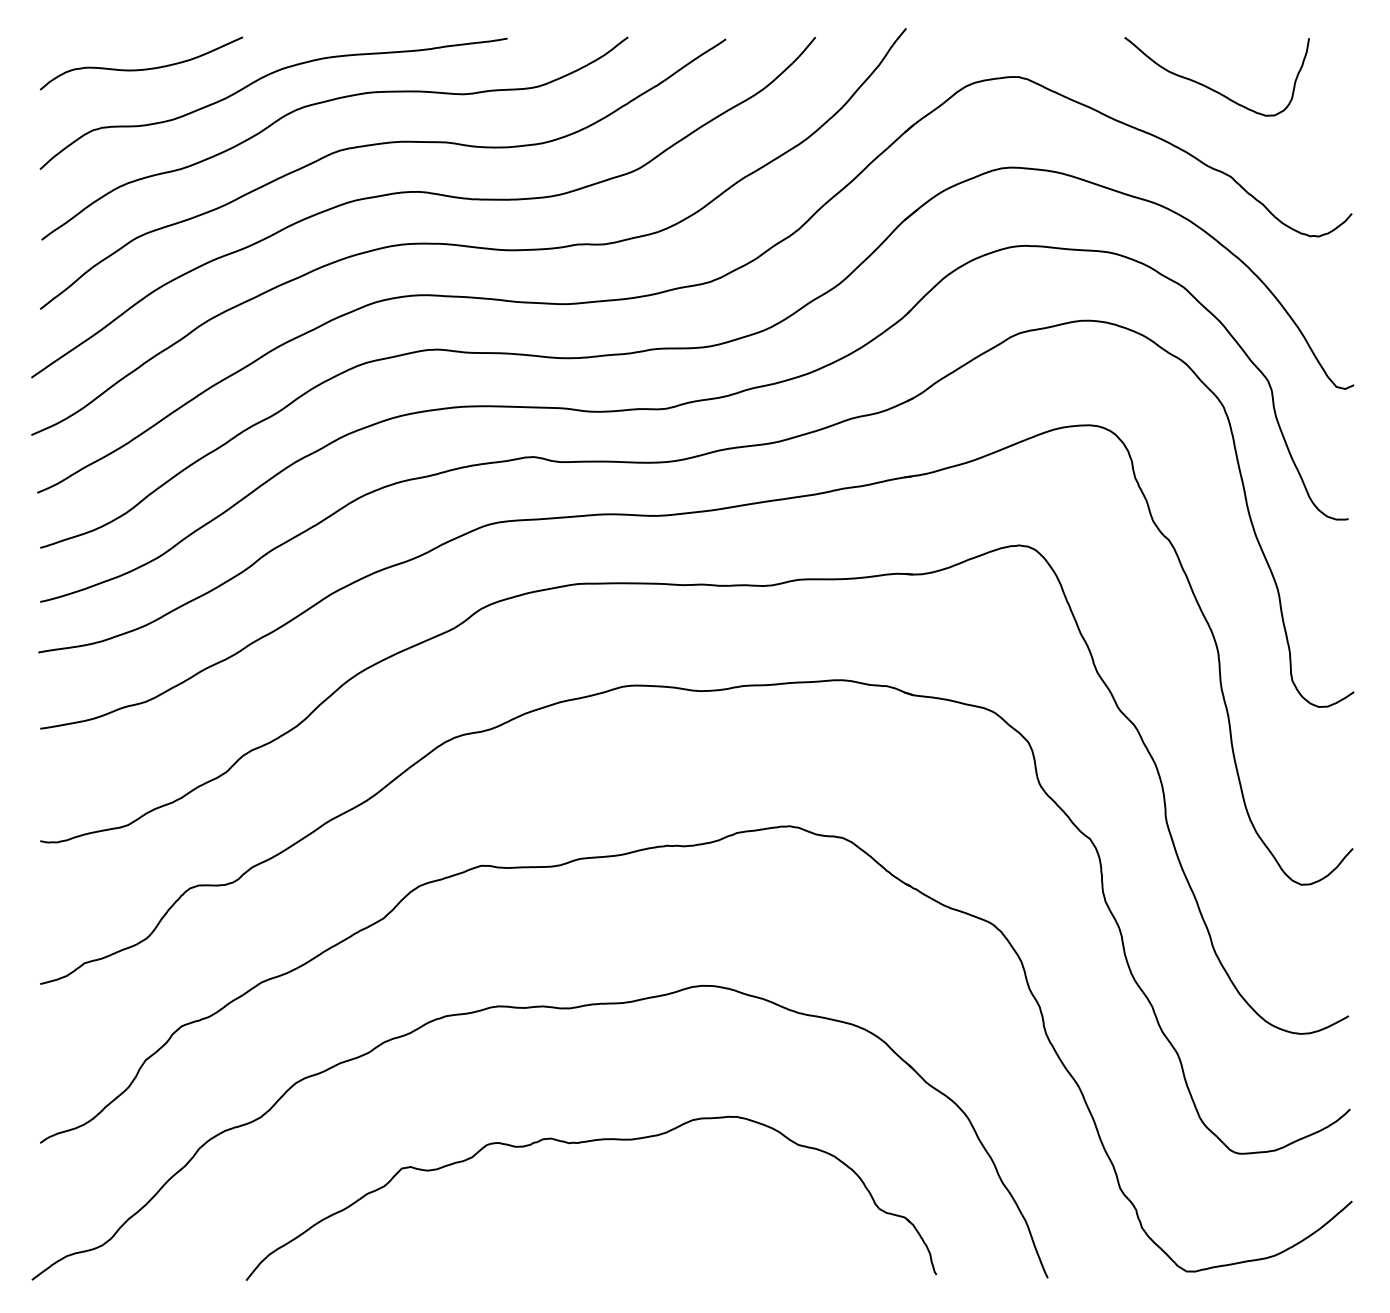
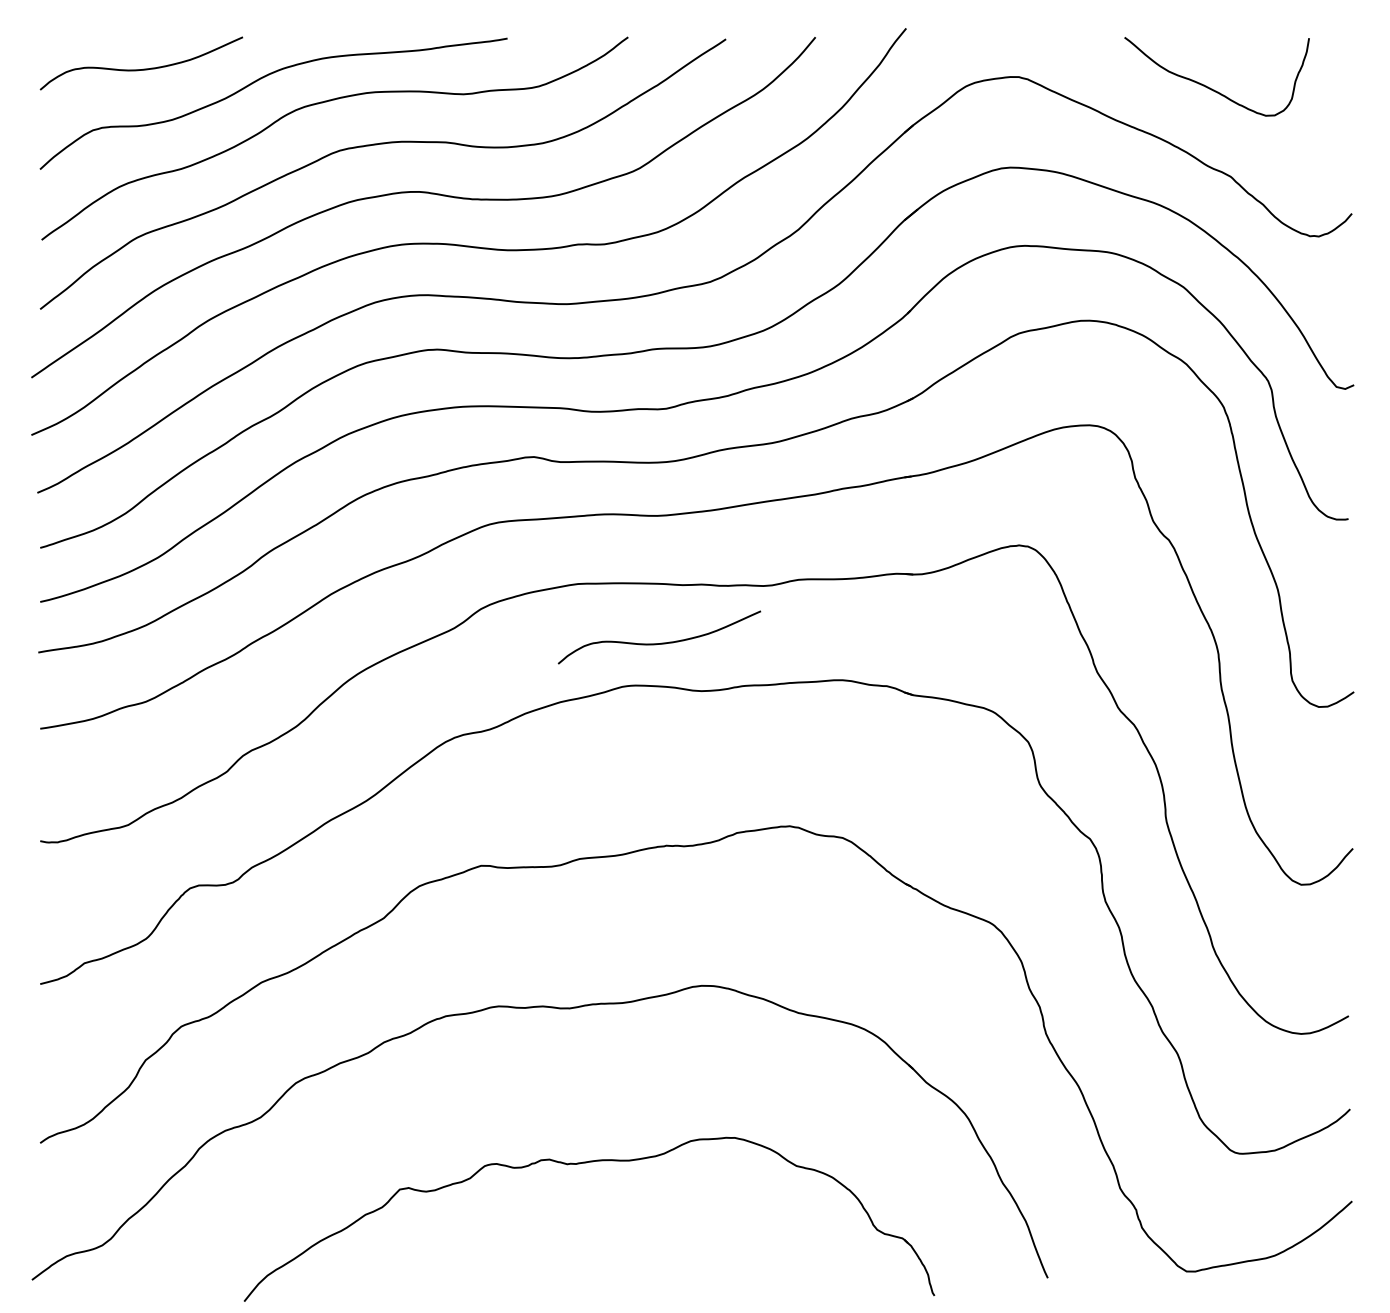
curve at (661, 642): none -> present
part at (581, 1143) position: (581, 1143) -> (579, 1164)
